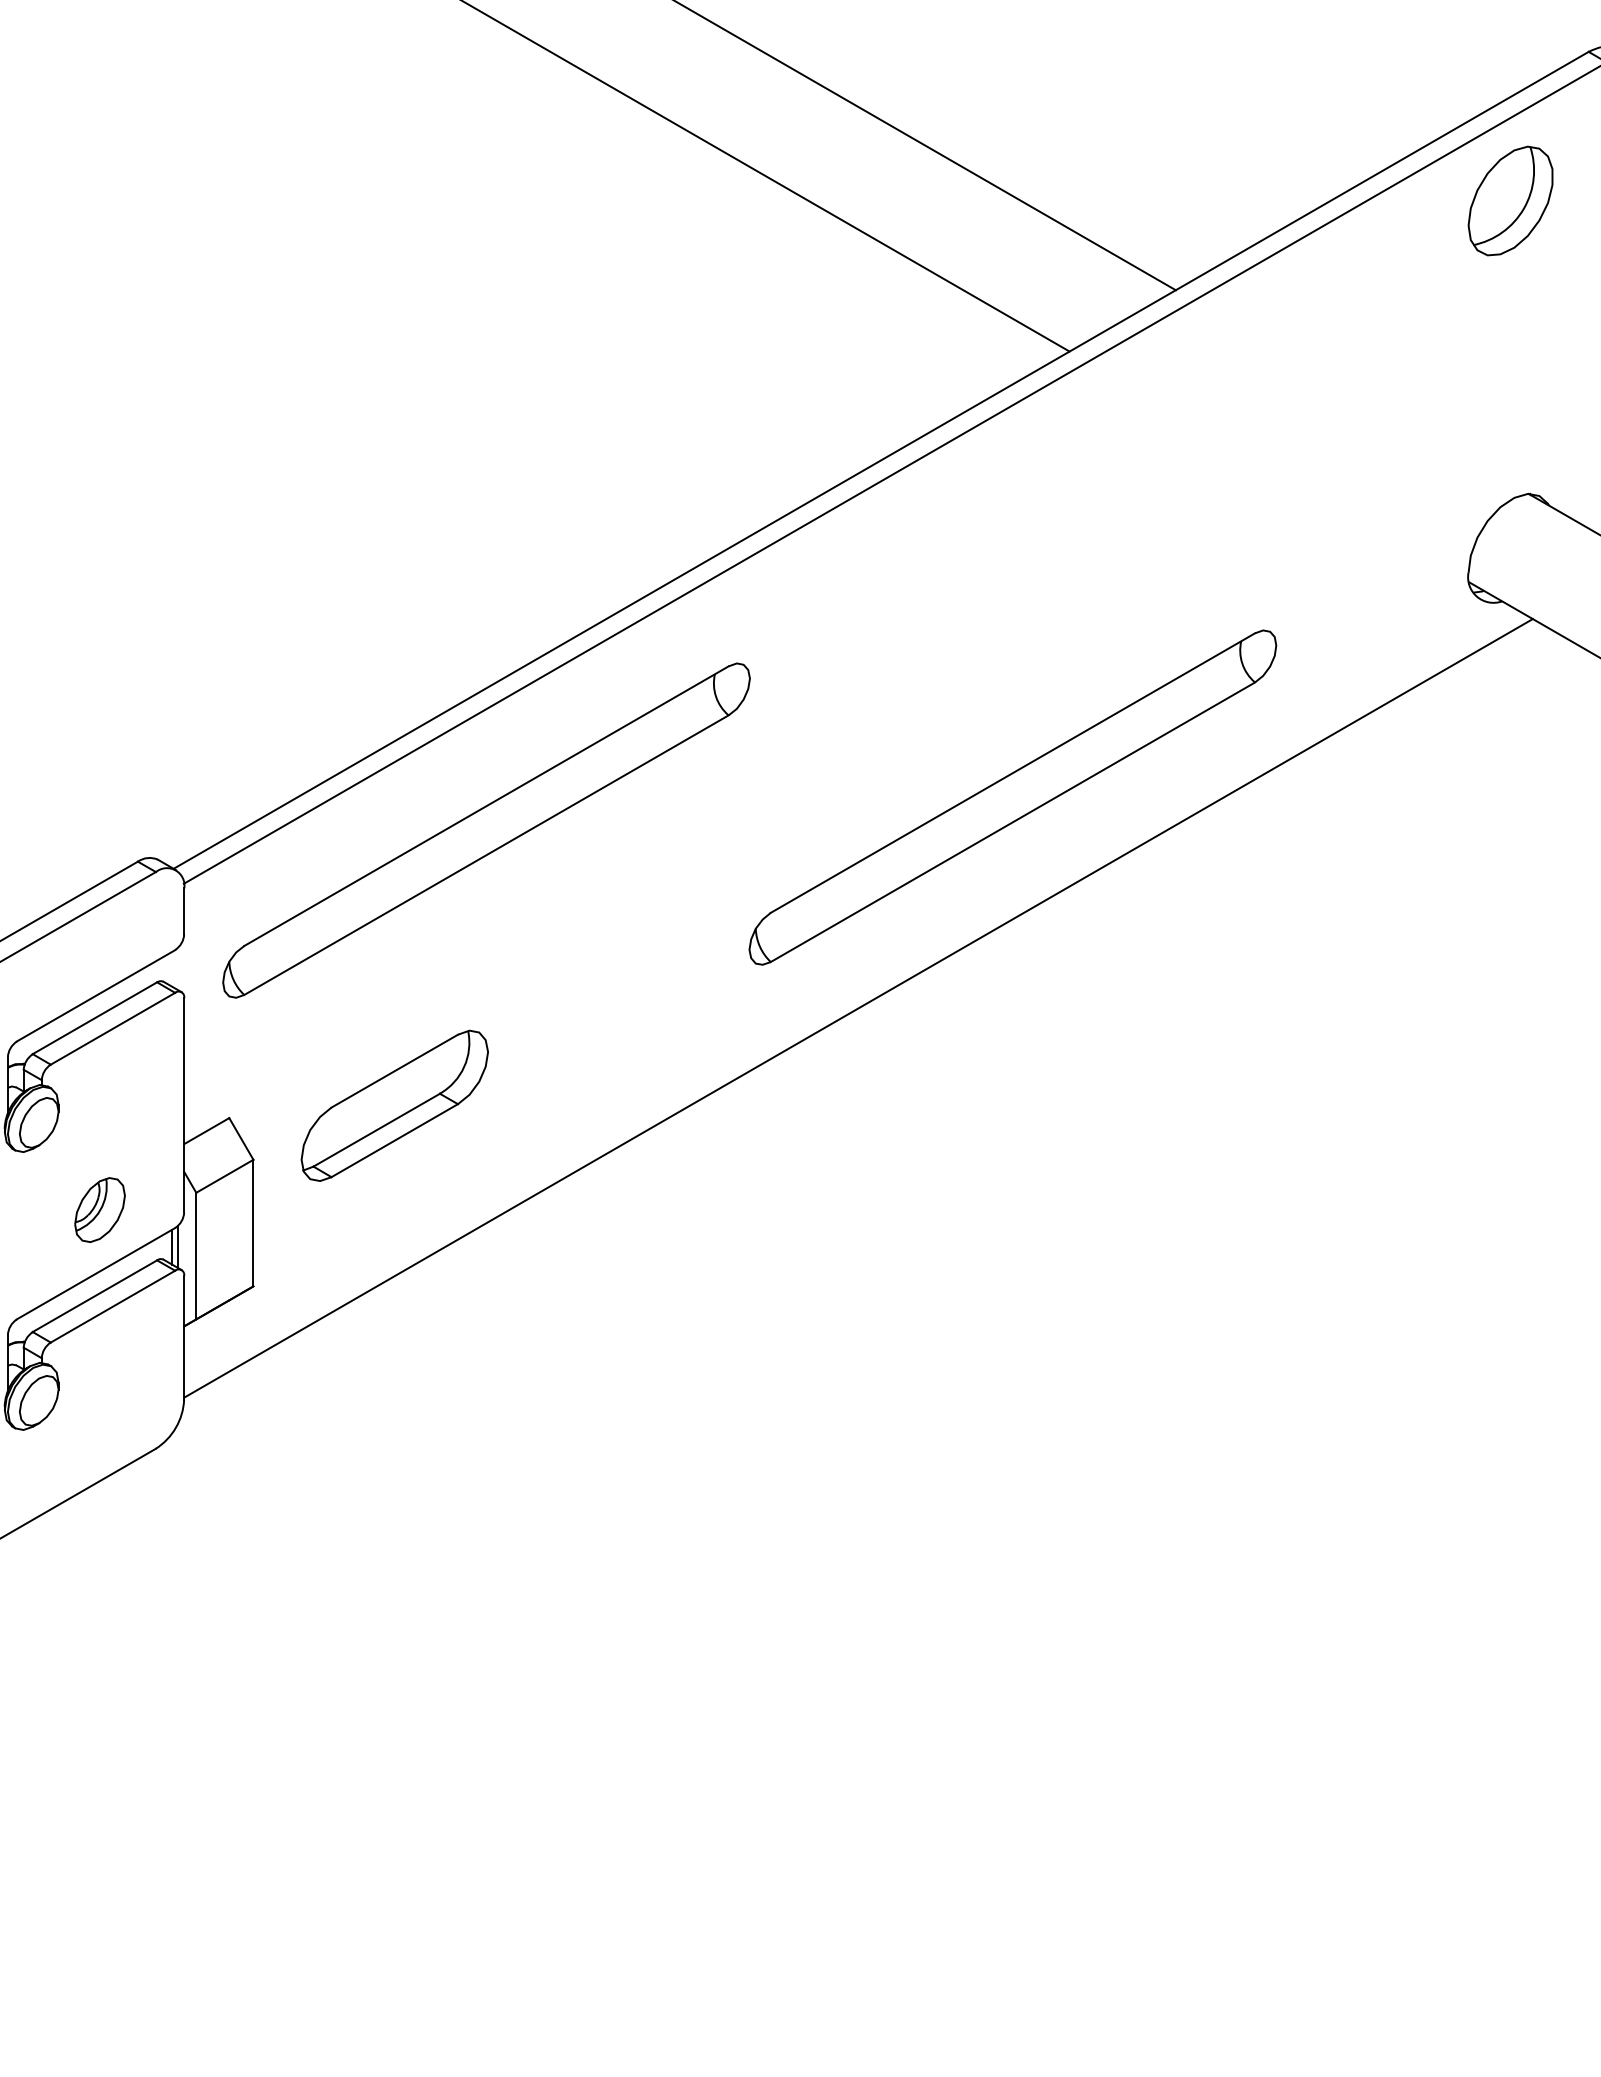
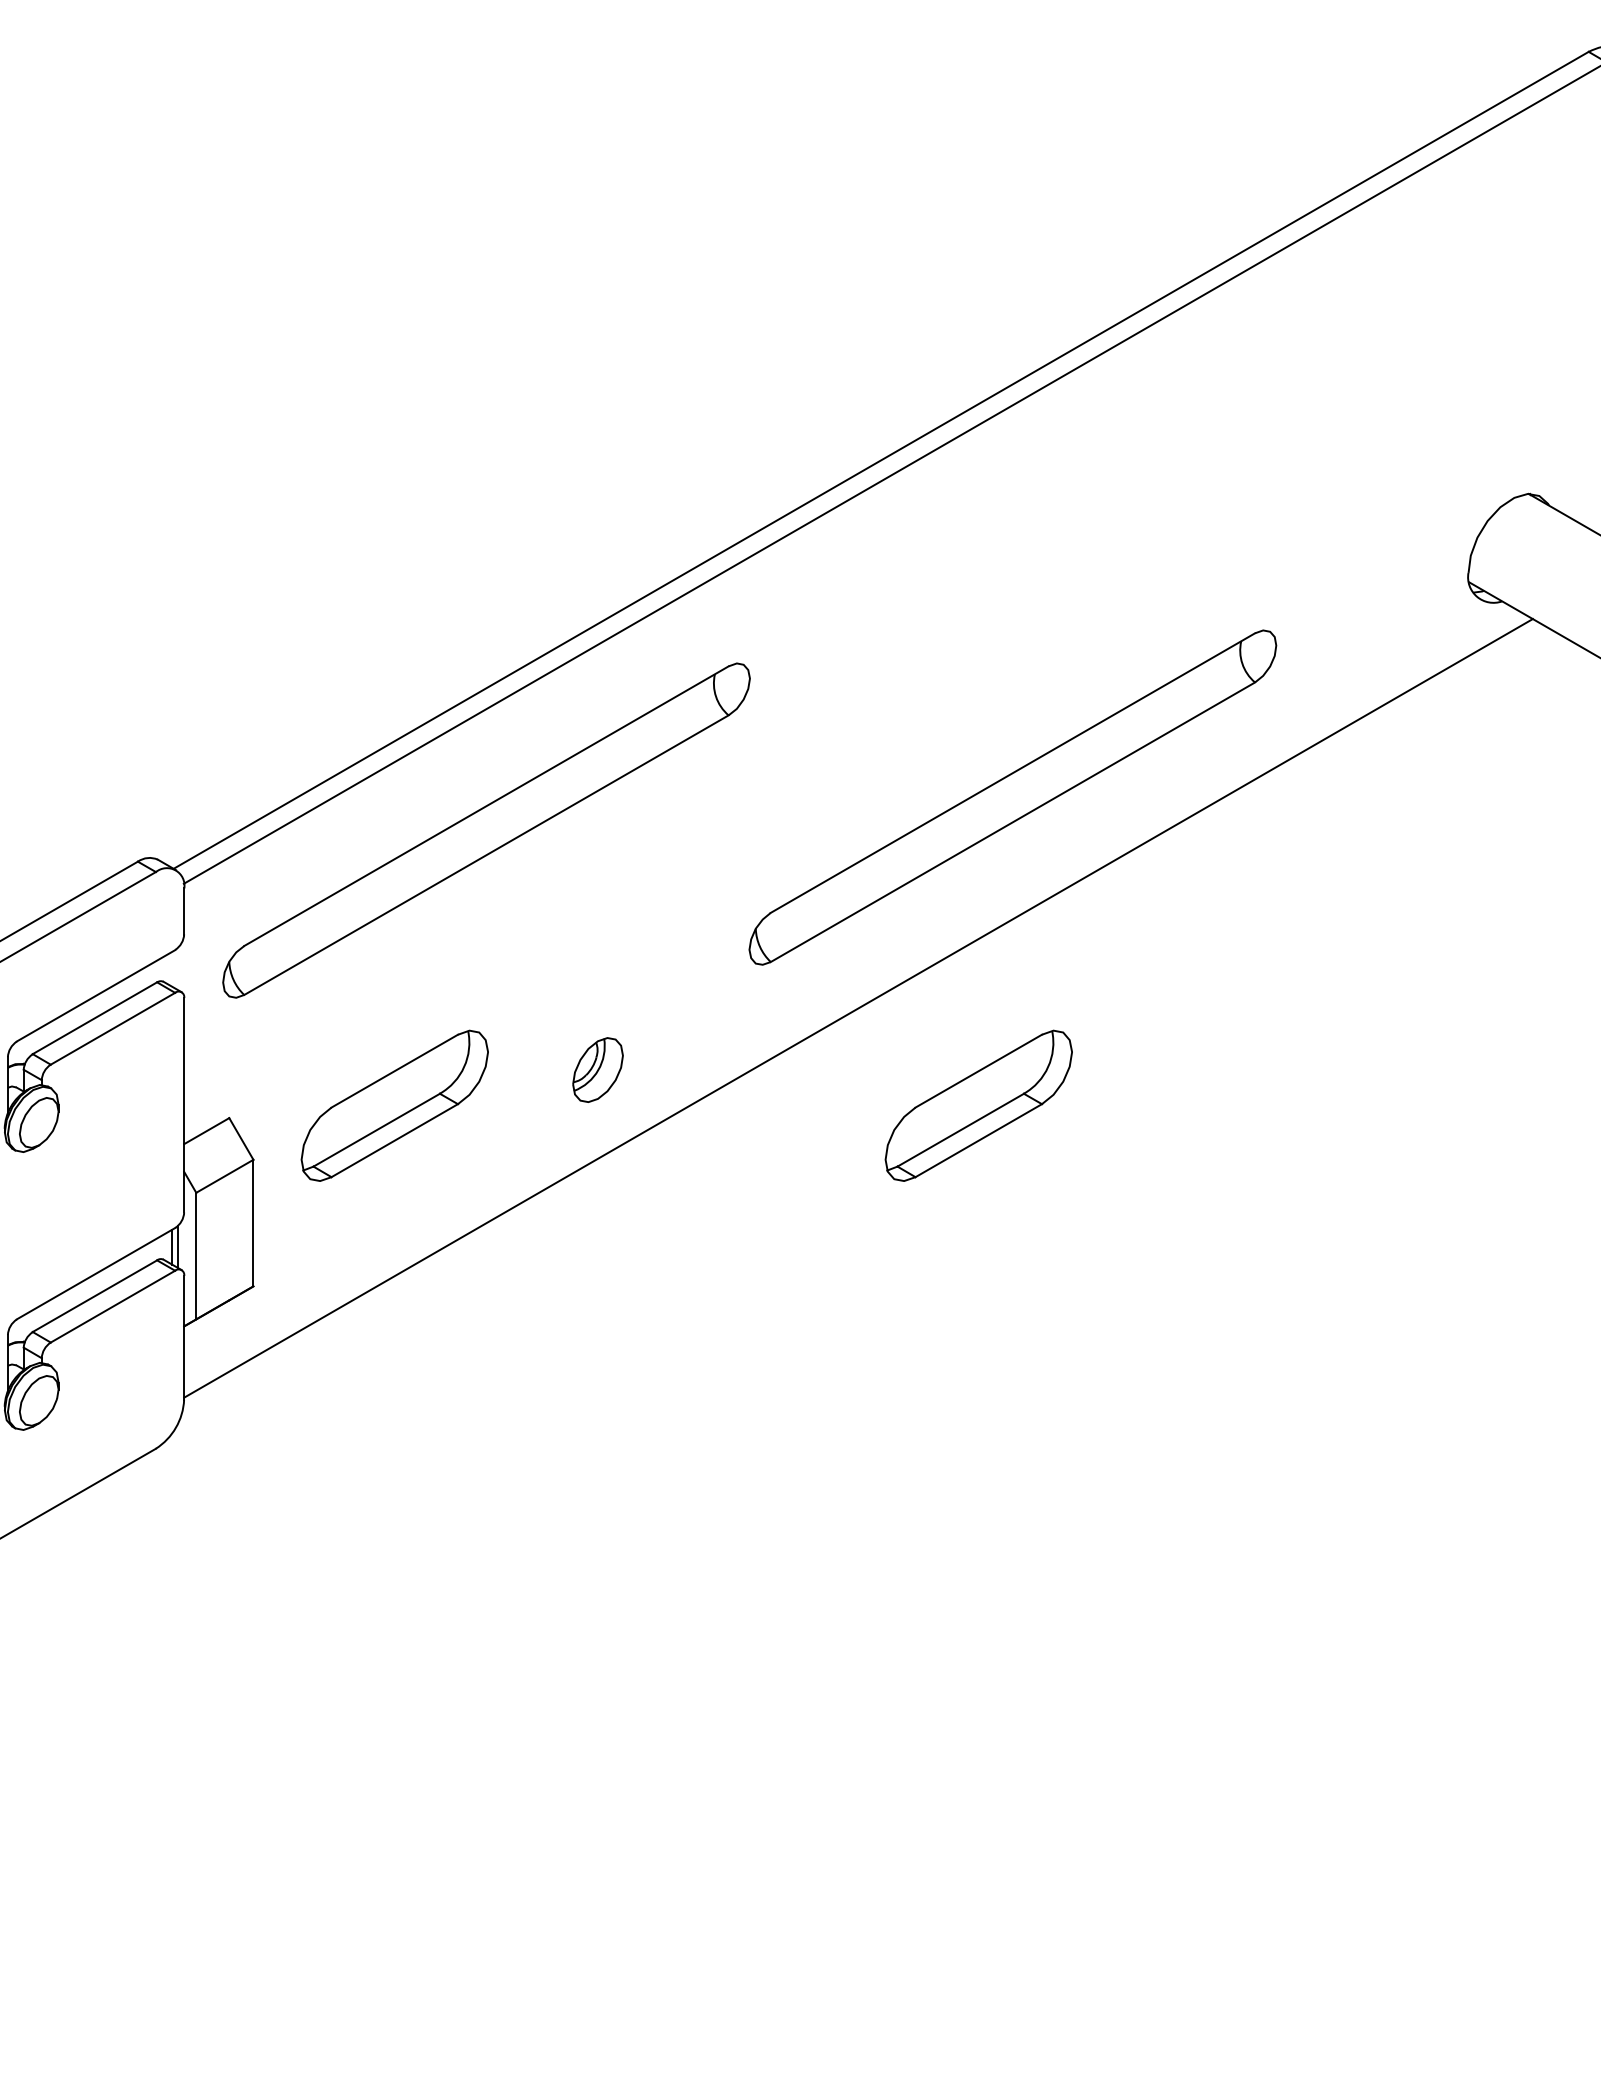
line at (925, 146): present -> none
line at (766, 176): present -> none
part at (1510, 200): present -> none
part at (978, 1105): none -> present
part at (99, 1209) position: (99, 1209) -> (597, 1069)
